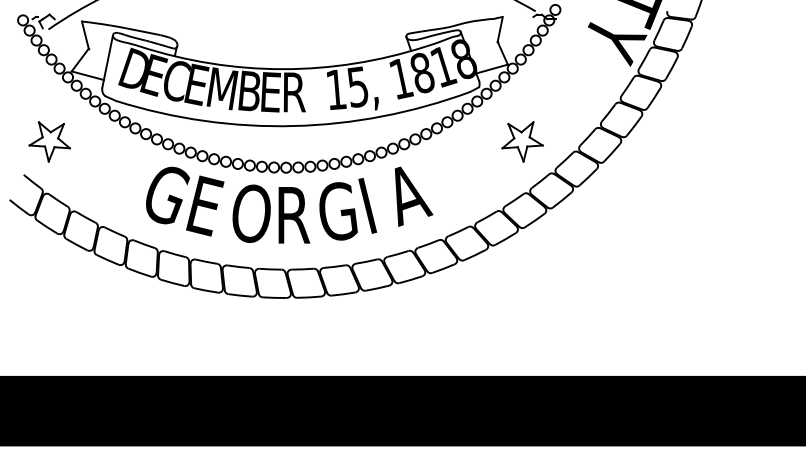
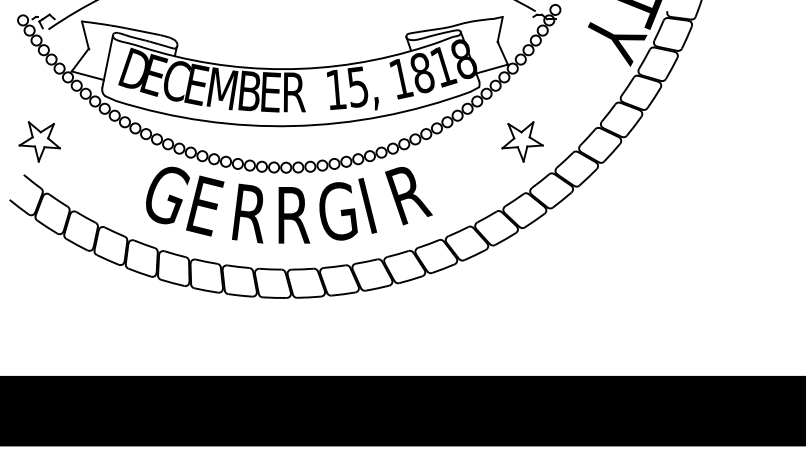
part at (49, 141) position: (49, 141) -> (39, 141)
text at (409, 196): A -> R
text at (251, 213): O -> R
